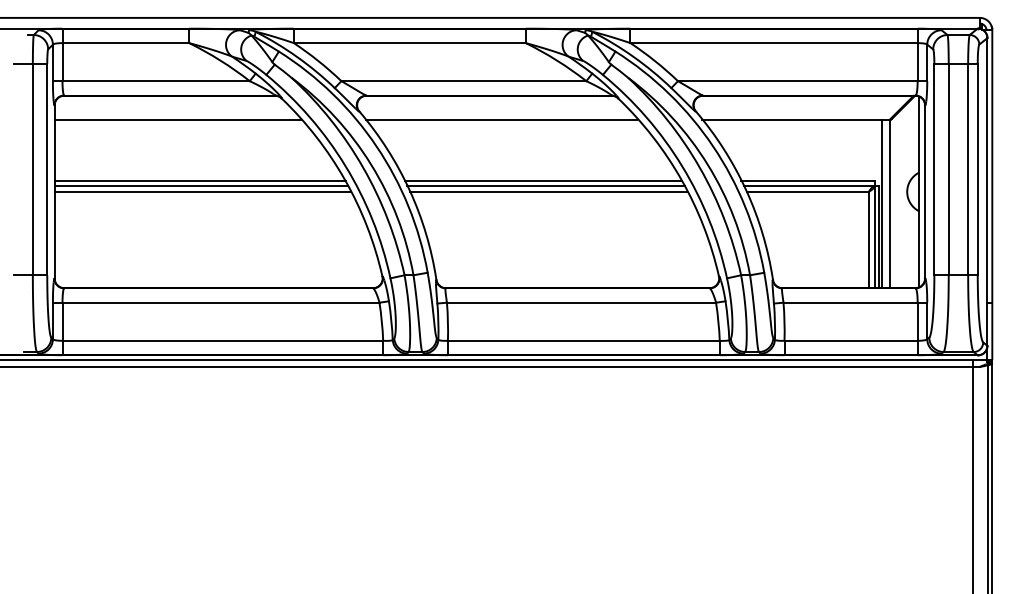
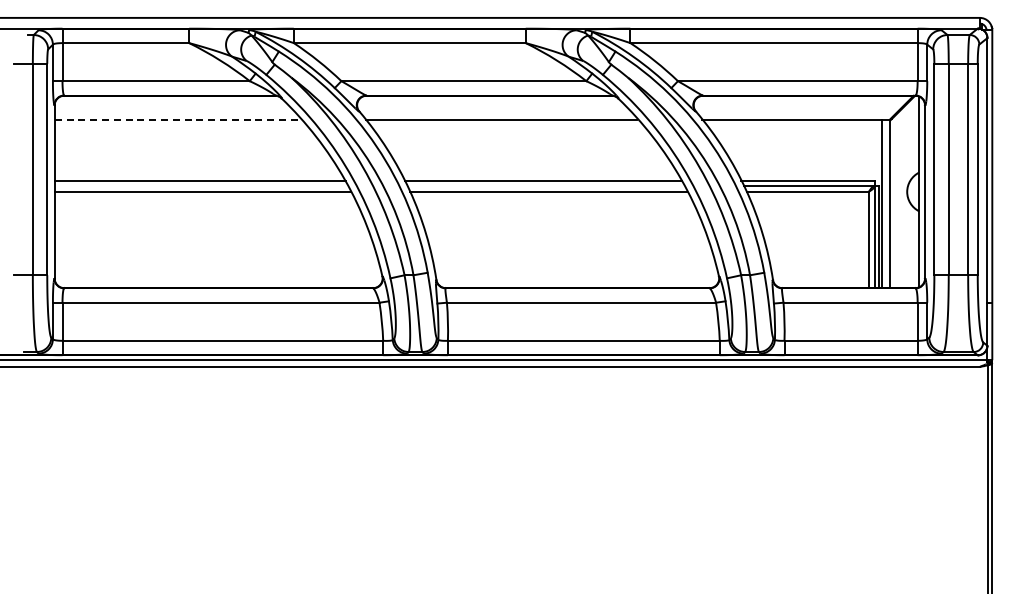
line at (178, 119): solid -> dashed
line at (200, 186): present -> none
line at (545, 186): present -> none
line at (973, 475): present -> none
